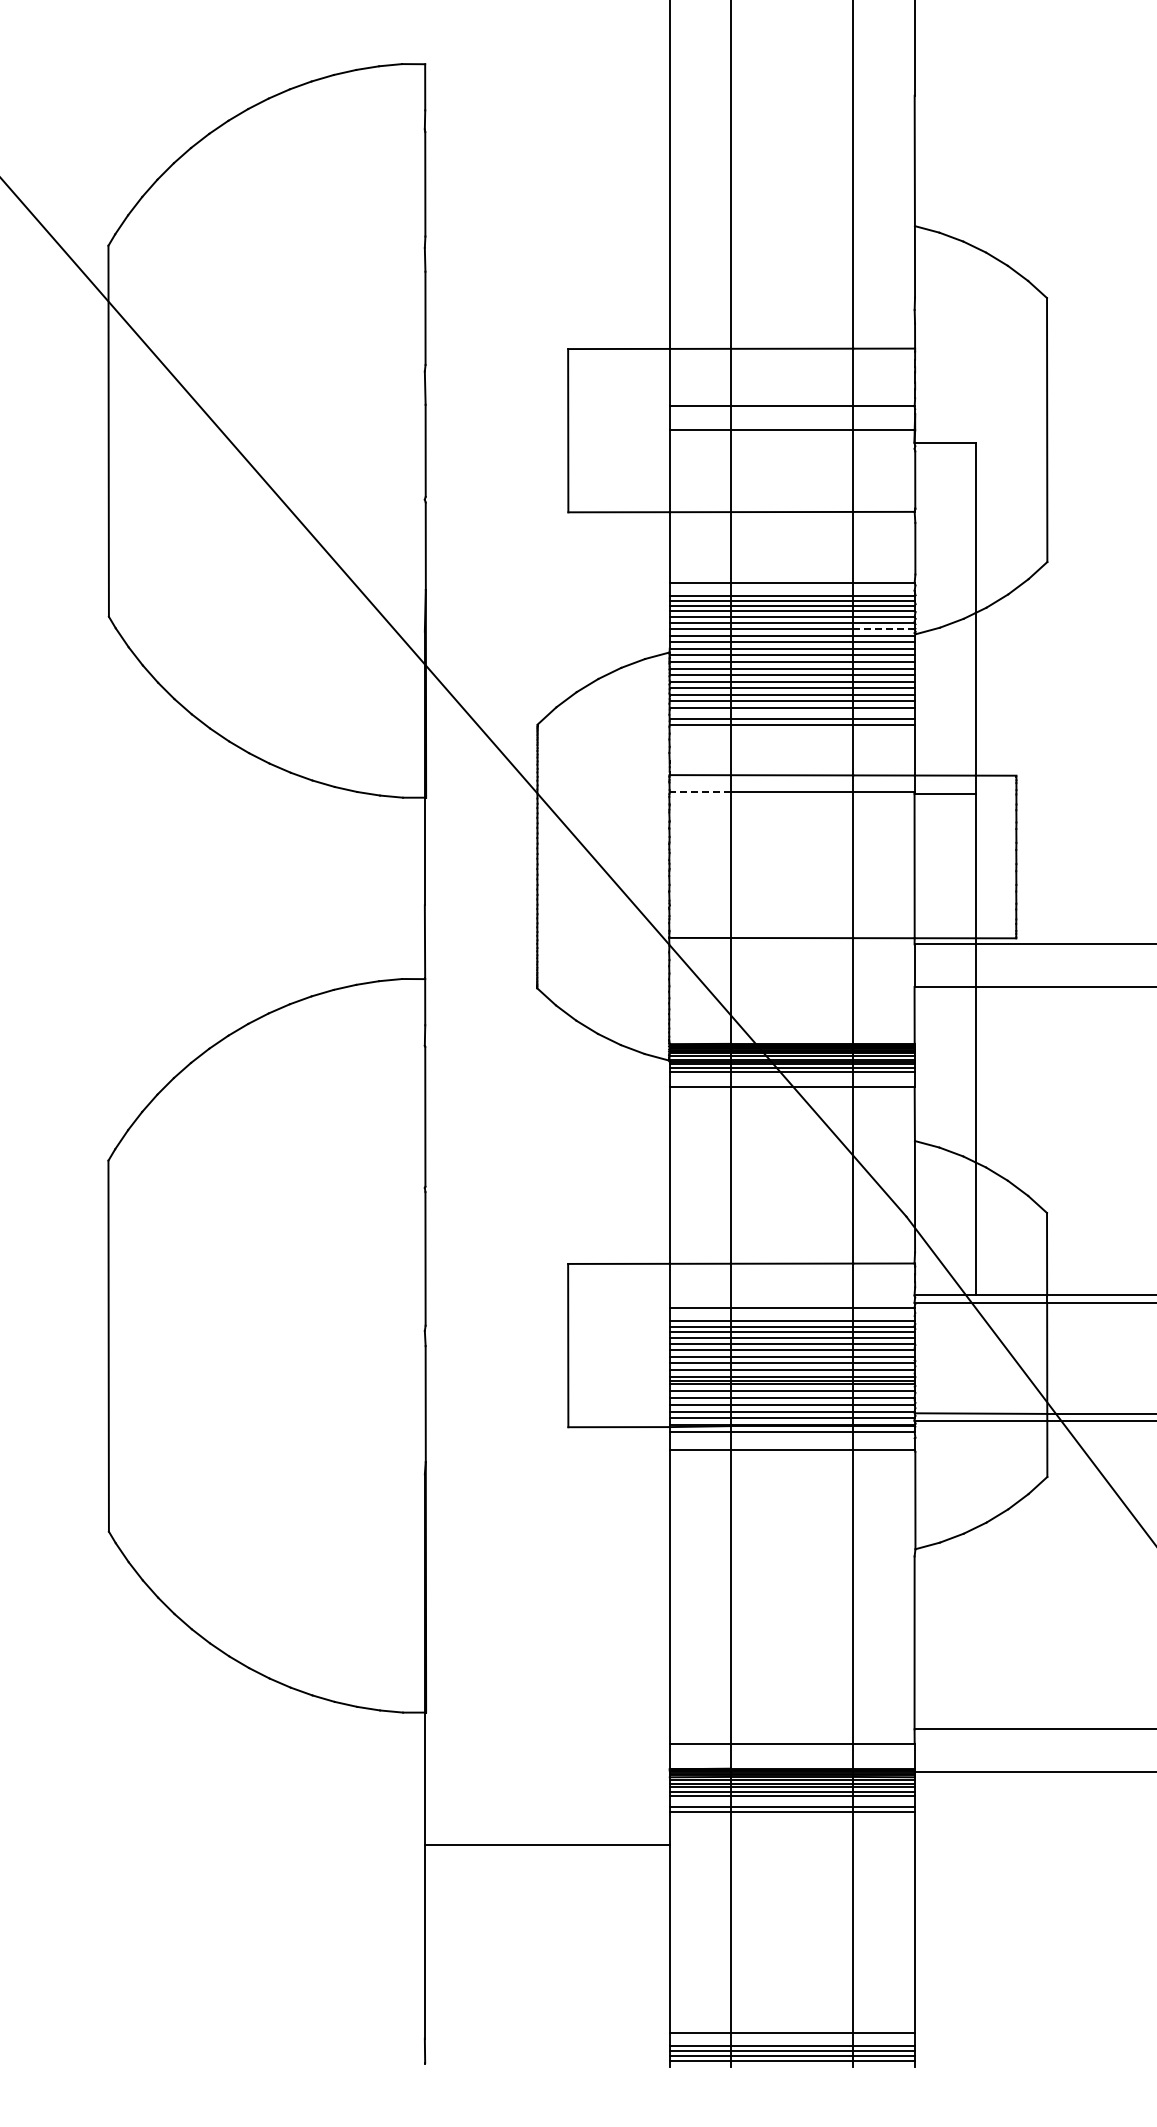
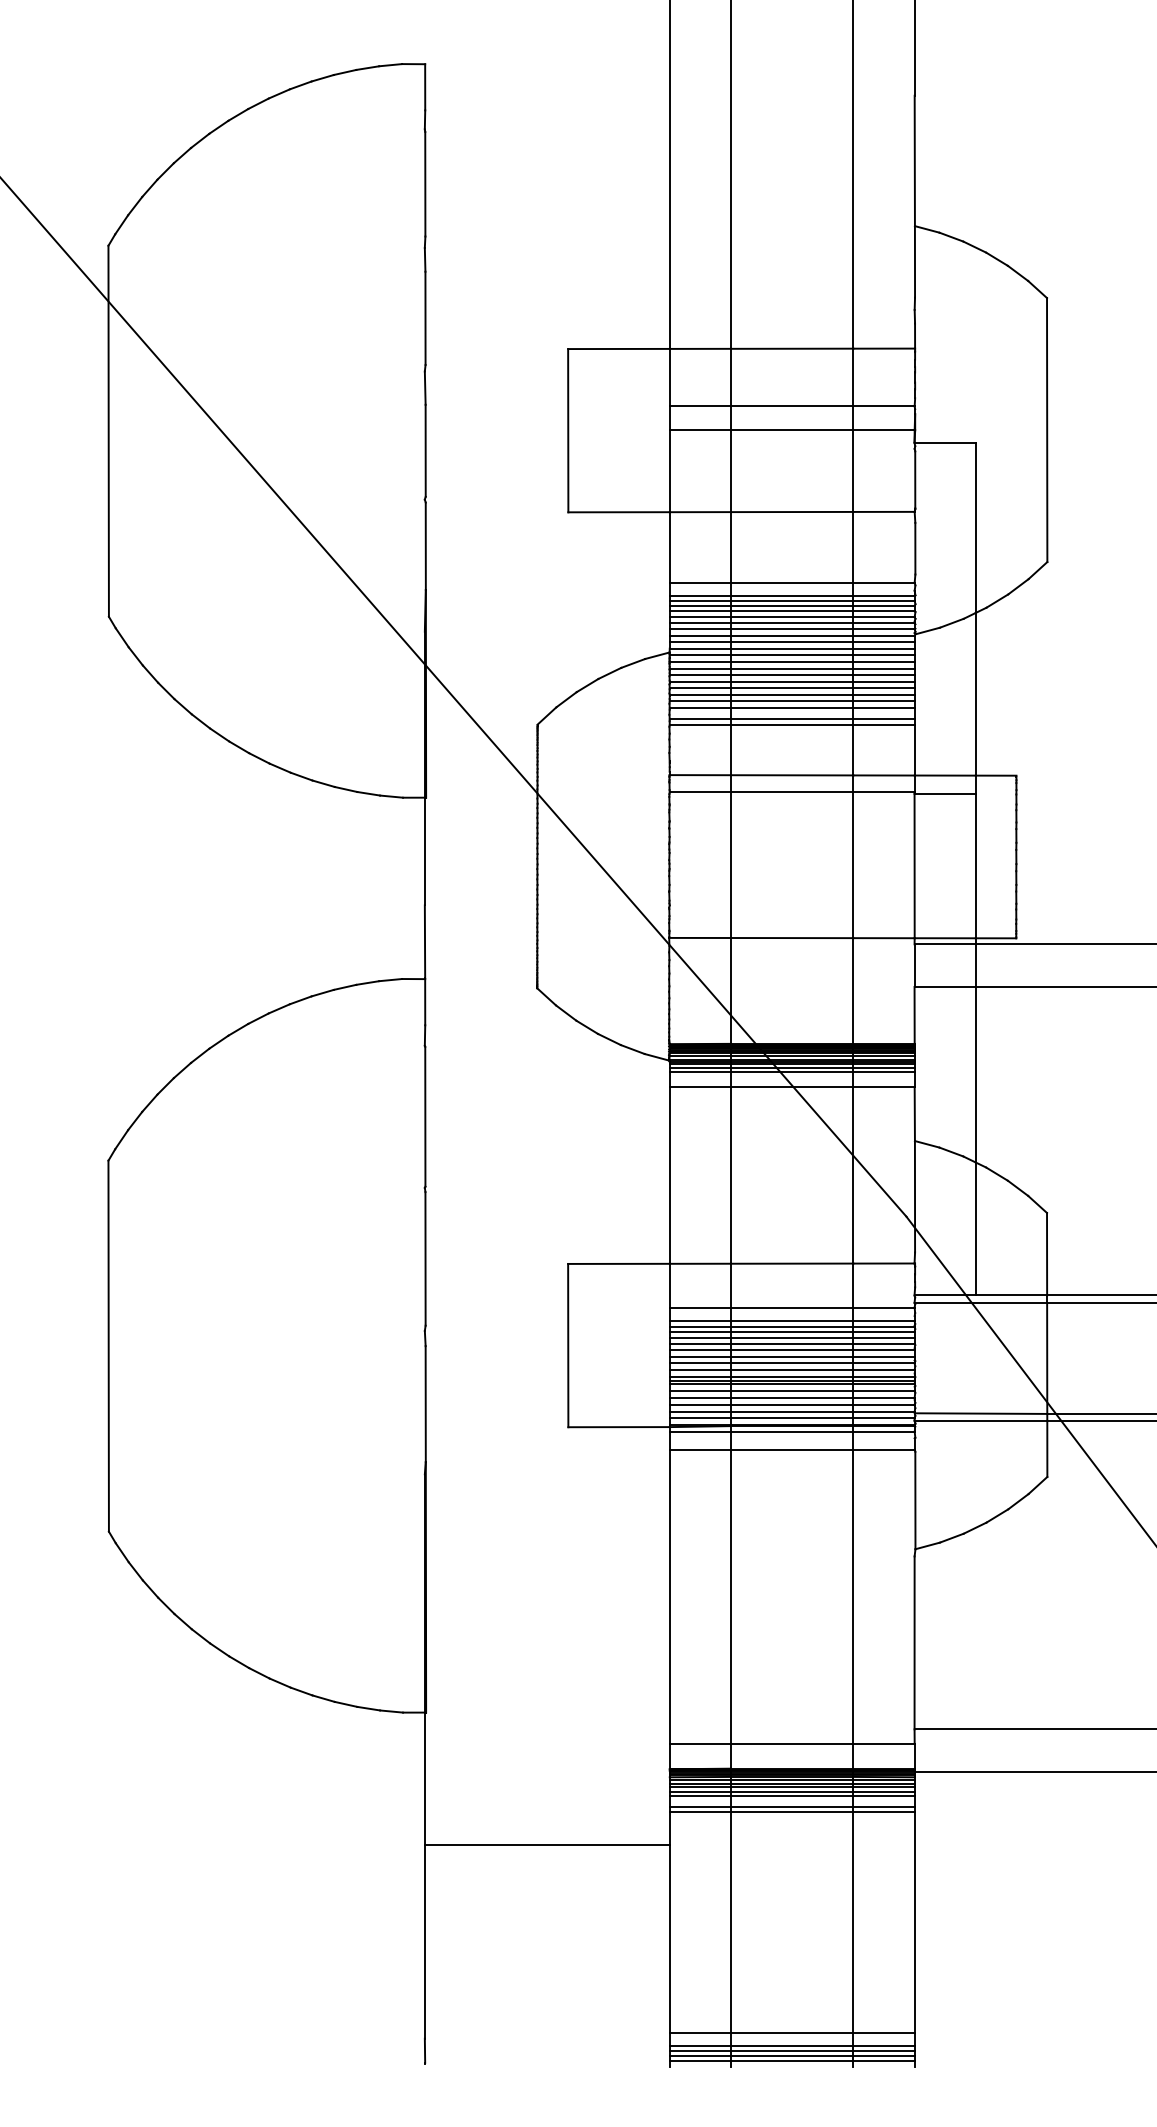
line at (884, 629): dashed -> solid
line at (700, 792): dashed -> solid
